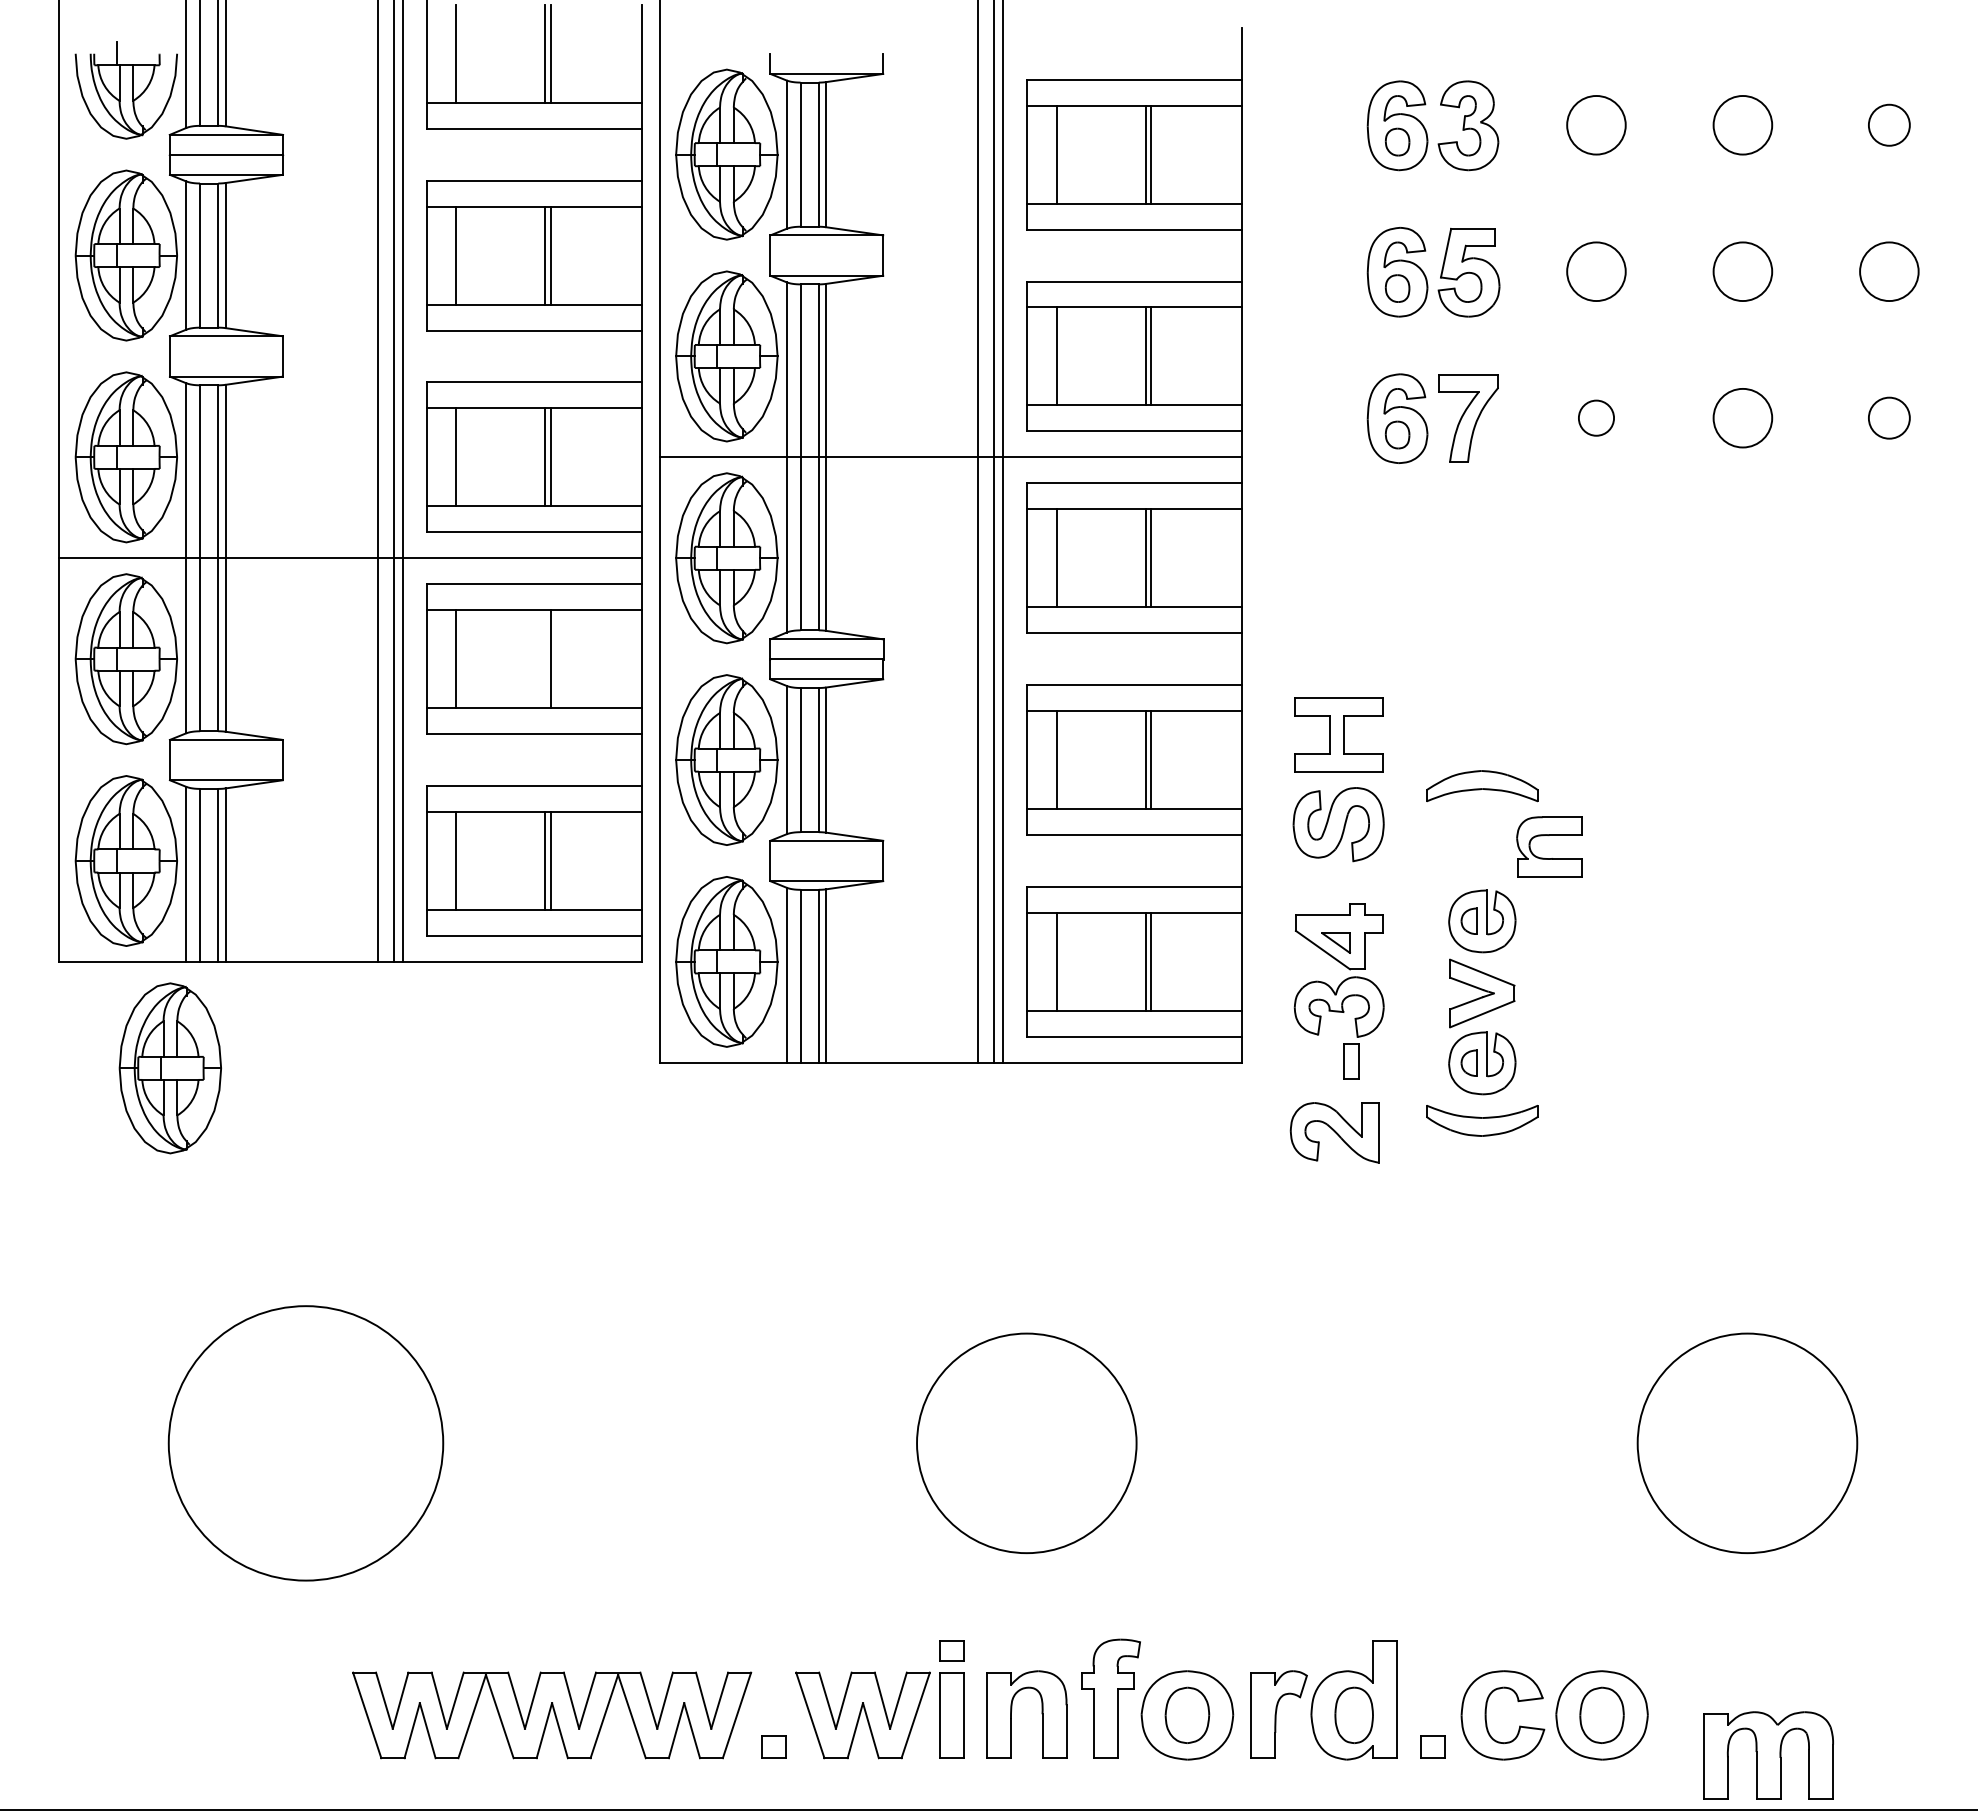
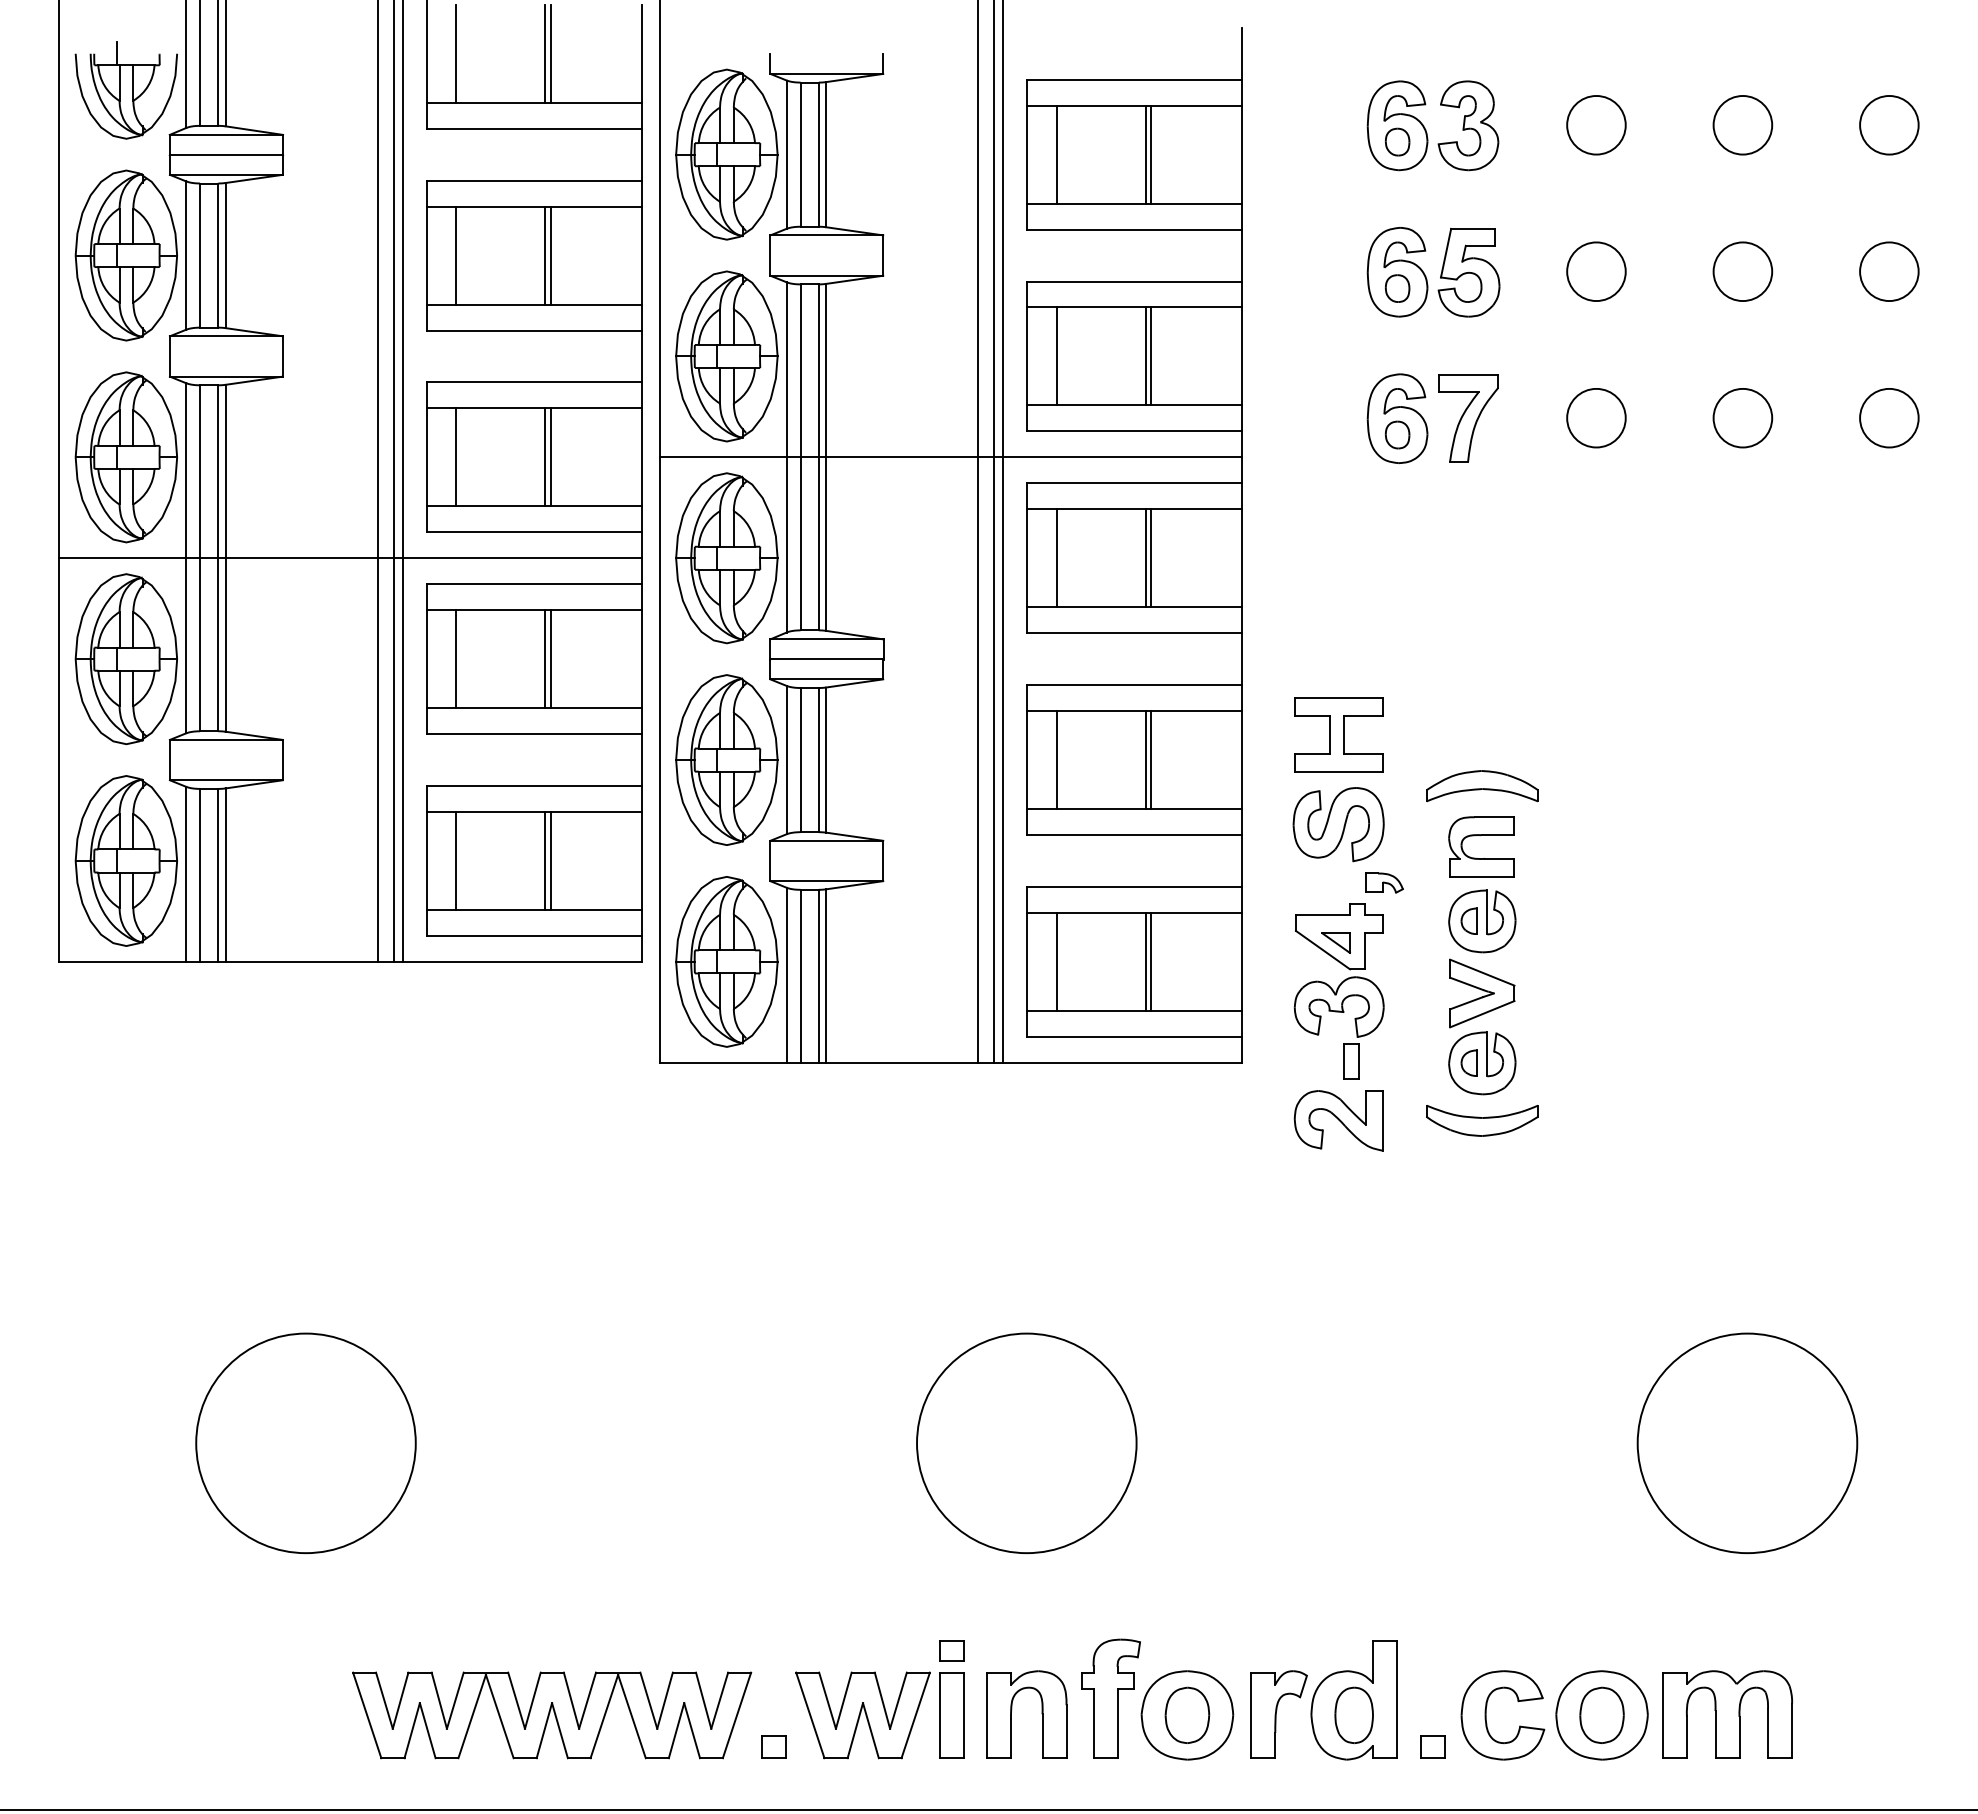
circle at (1888, 124) diameter: 41 px -> 59 px
circle at (1596, 417) diameter: 35 px -> 59 px
circle at (1888, 417) diameter: 41 px -> 59 px
line at (545, 659): none -> present
part at (1549, 835) position: (1549, 835) -> (1481, 835)
part at (1384, 882): none -> present
part at (169, 1068): present -> none
part at (1334, 1132) position: (1334, 1132) -> (1338, 1120)
circle at (305, 1443) diameter: 274 px -> 220 px
part at (1768, 1755) position: (1768, 1755) -> (1727, 1714)
